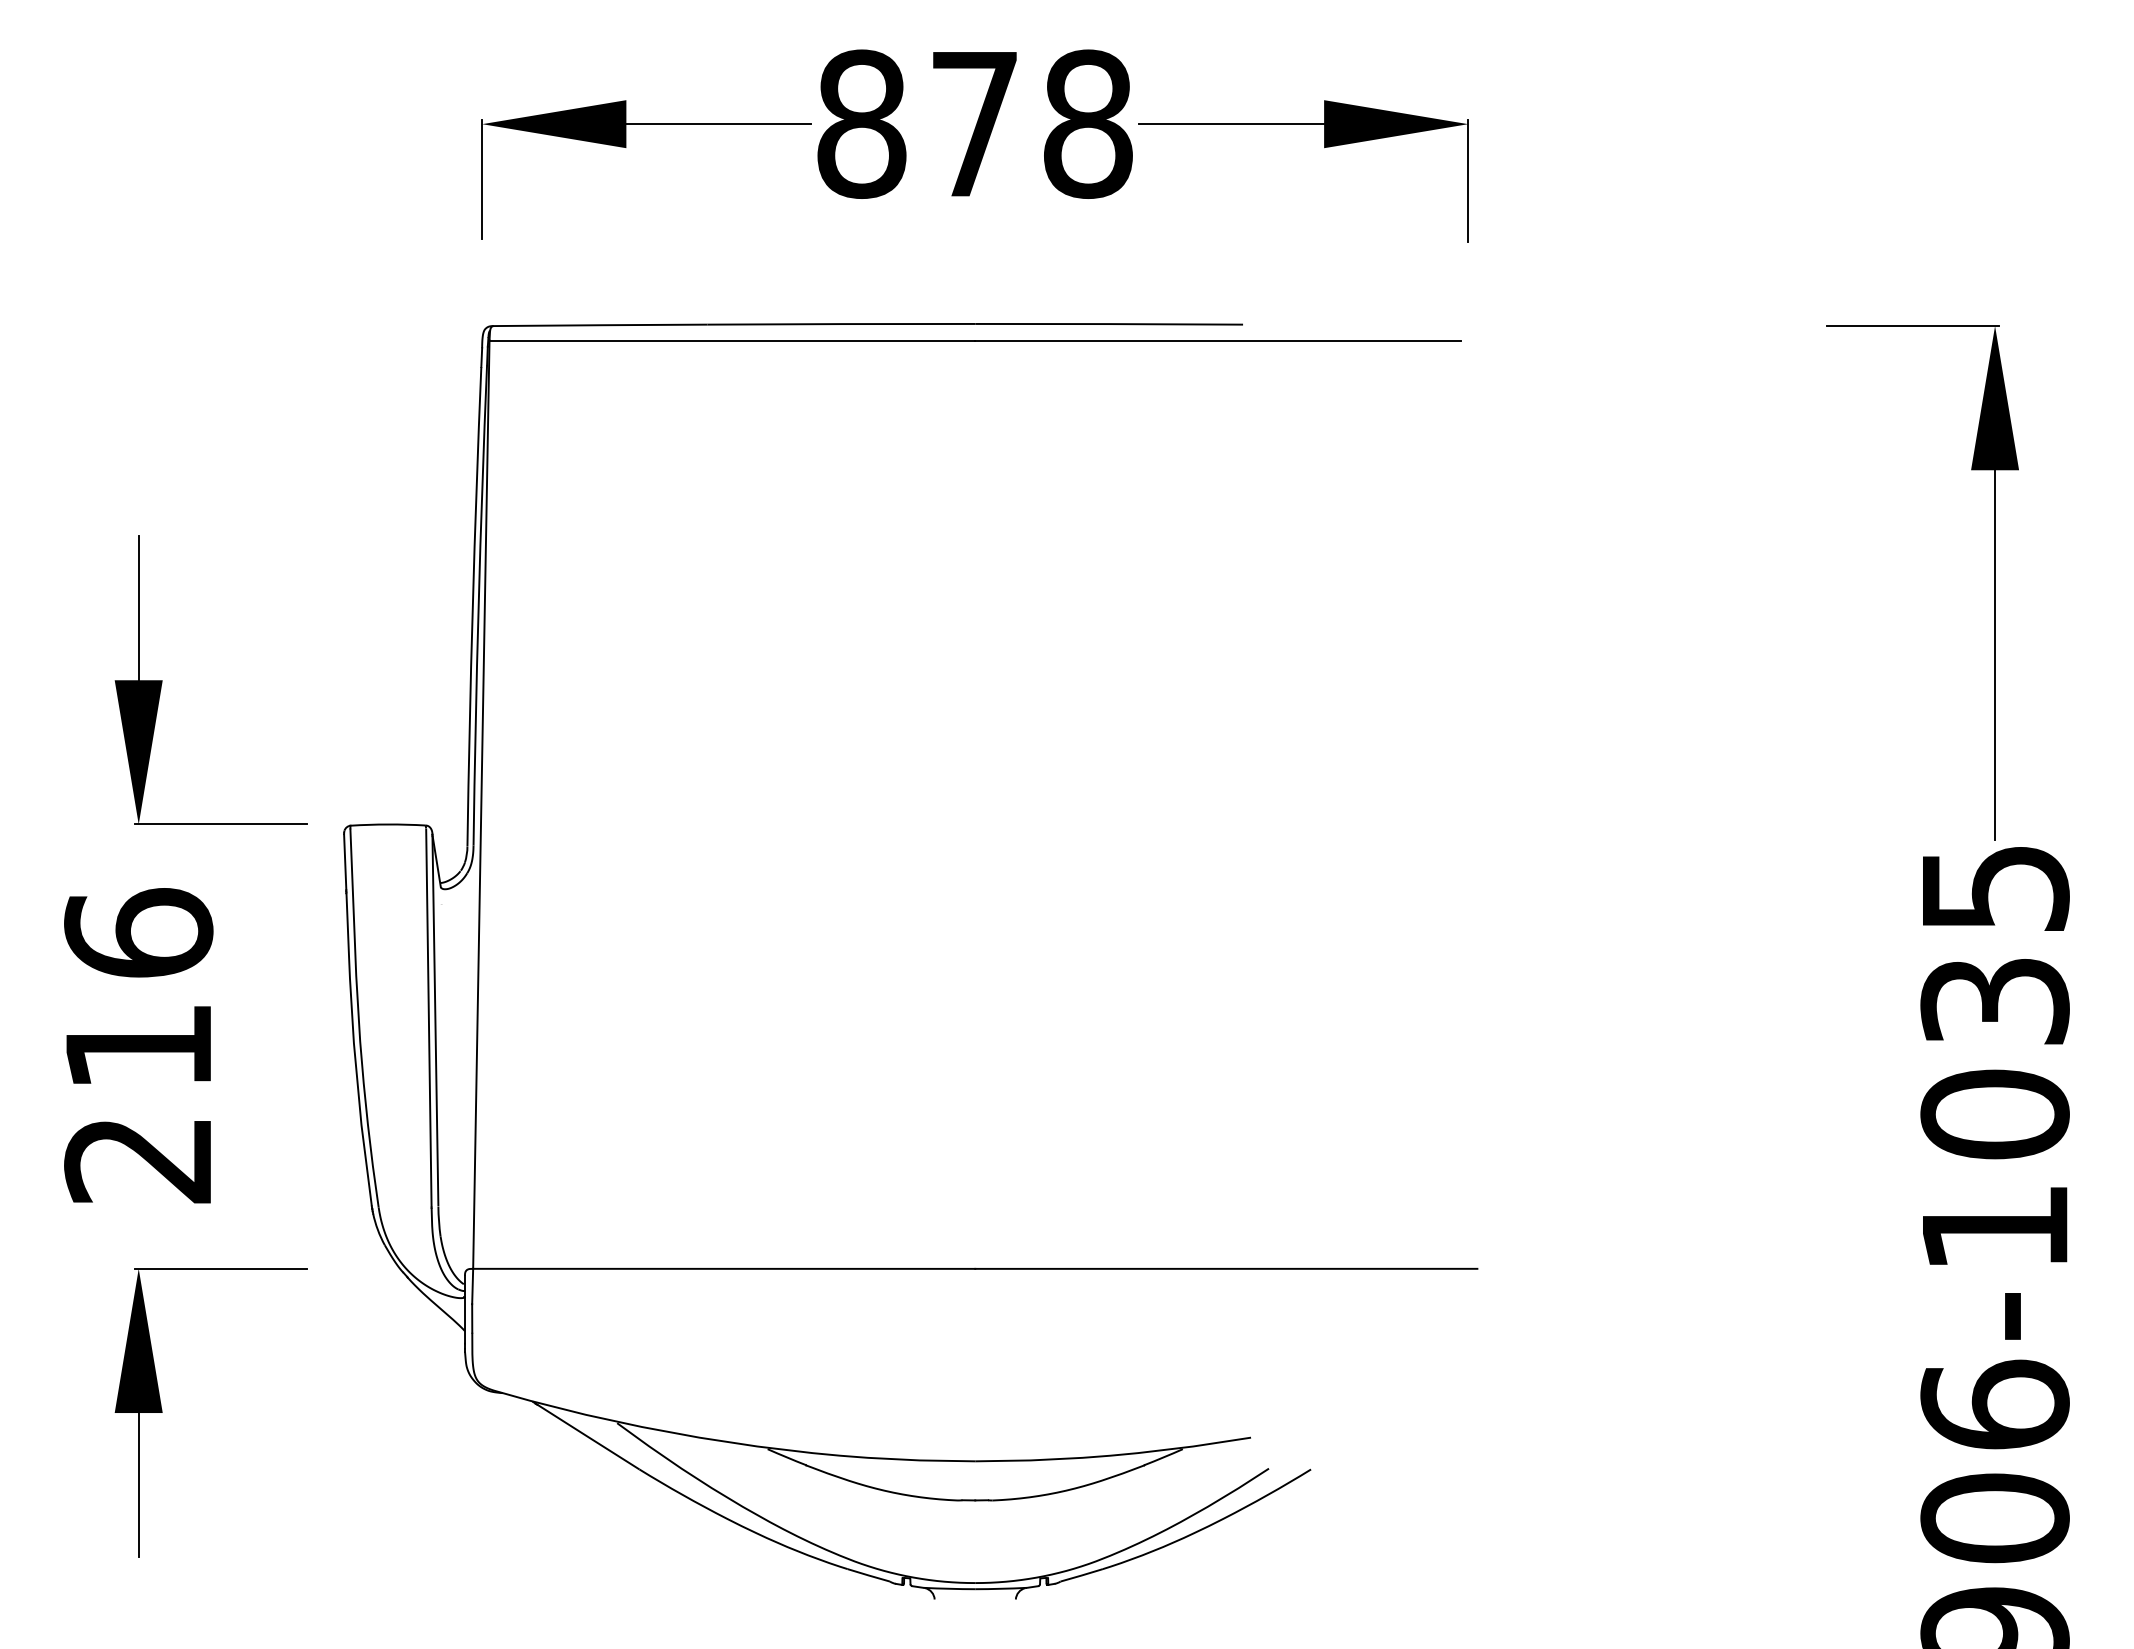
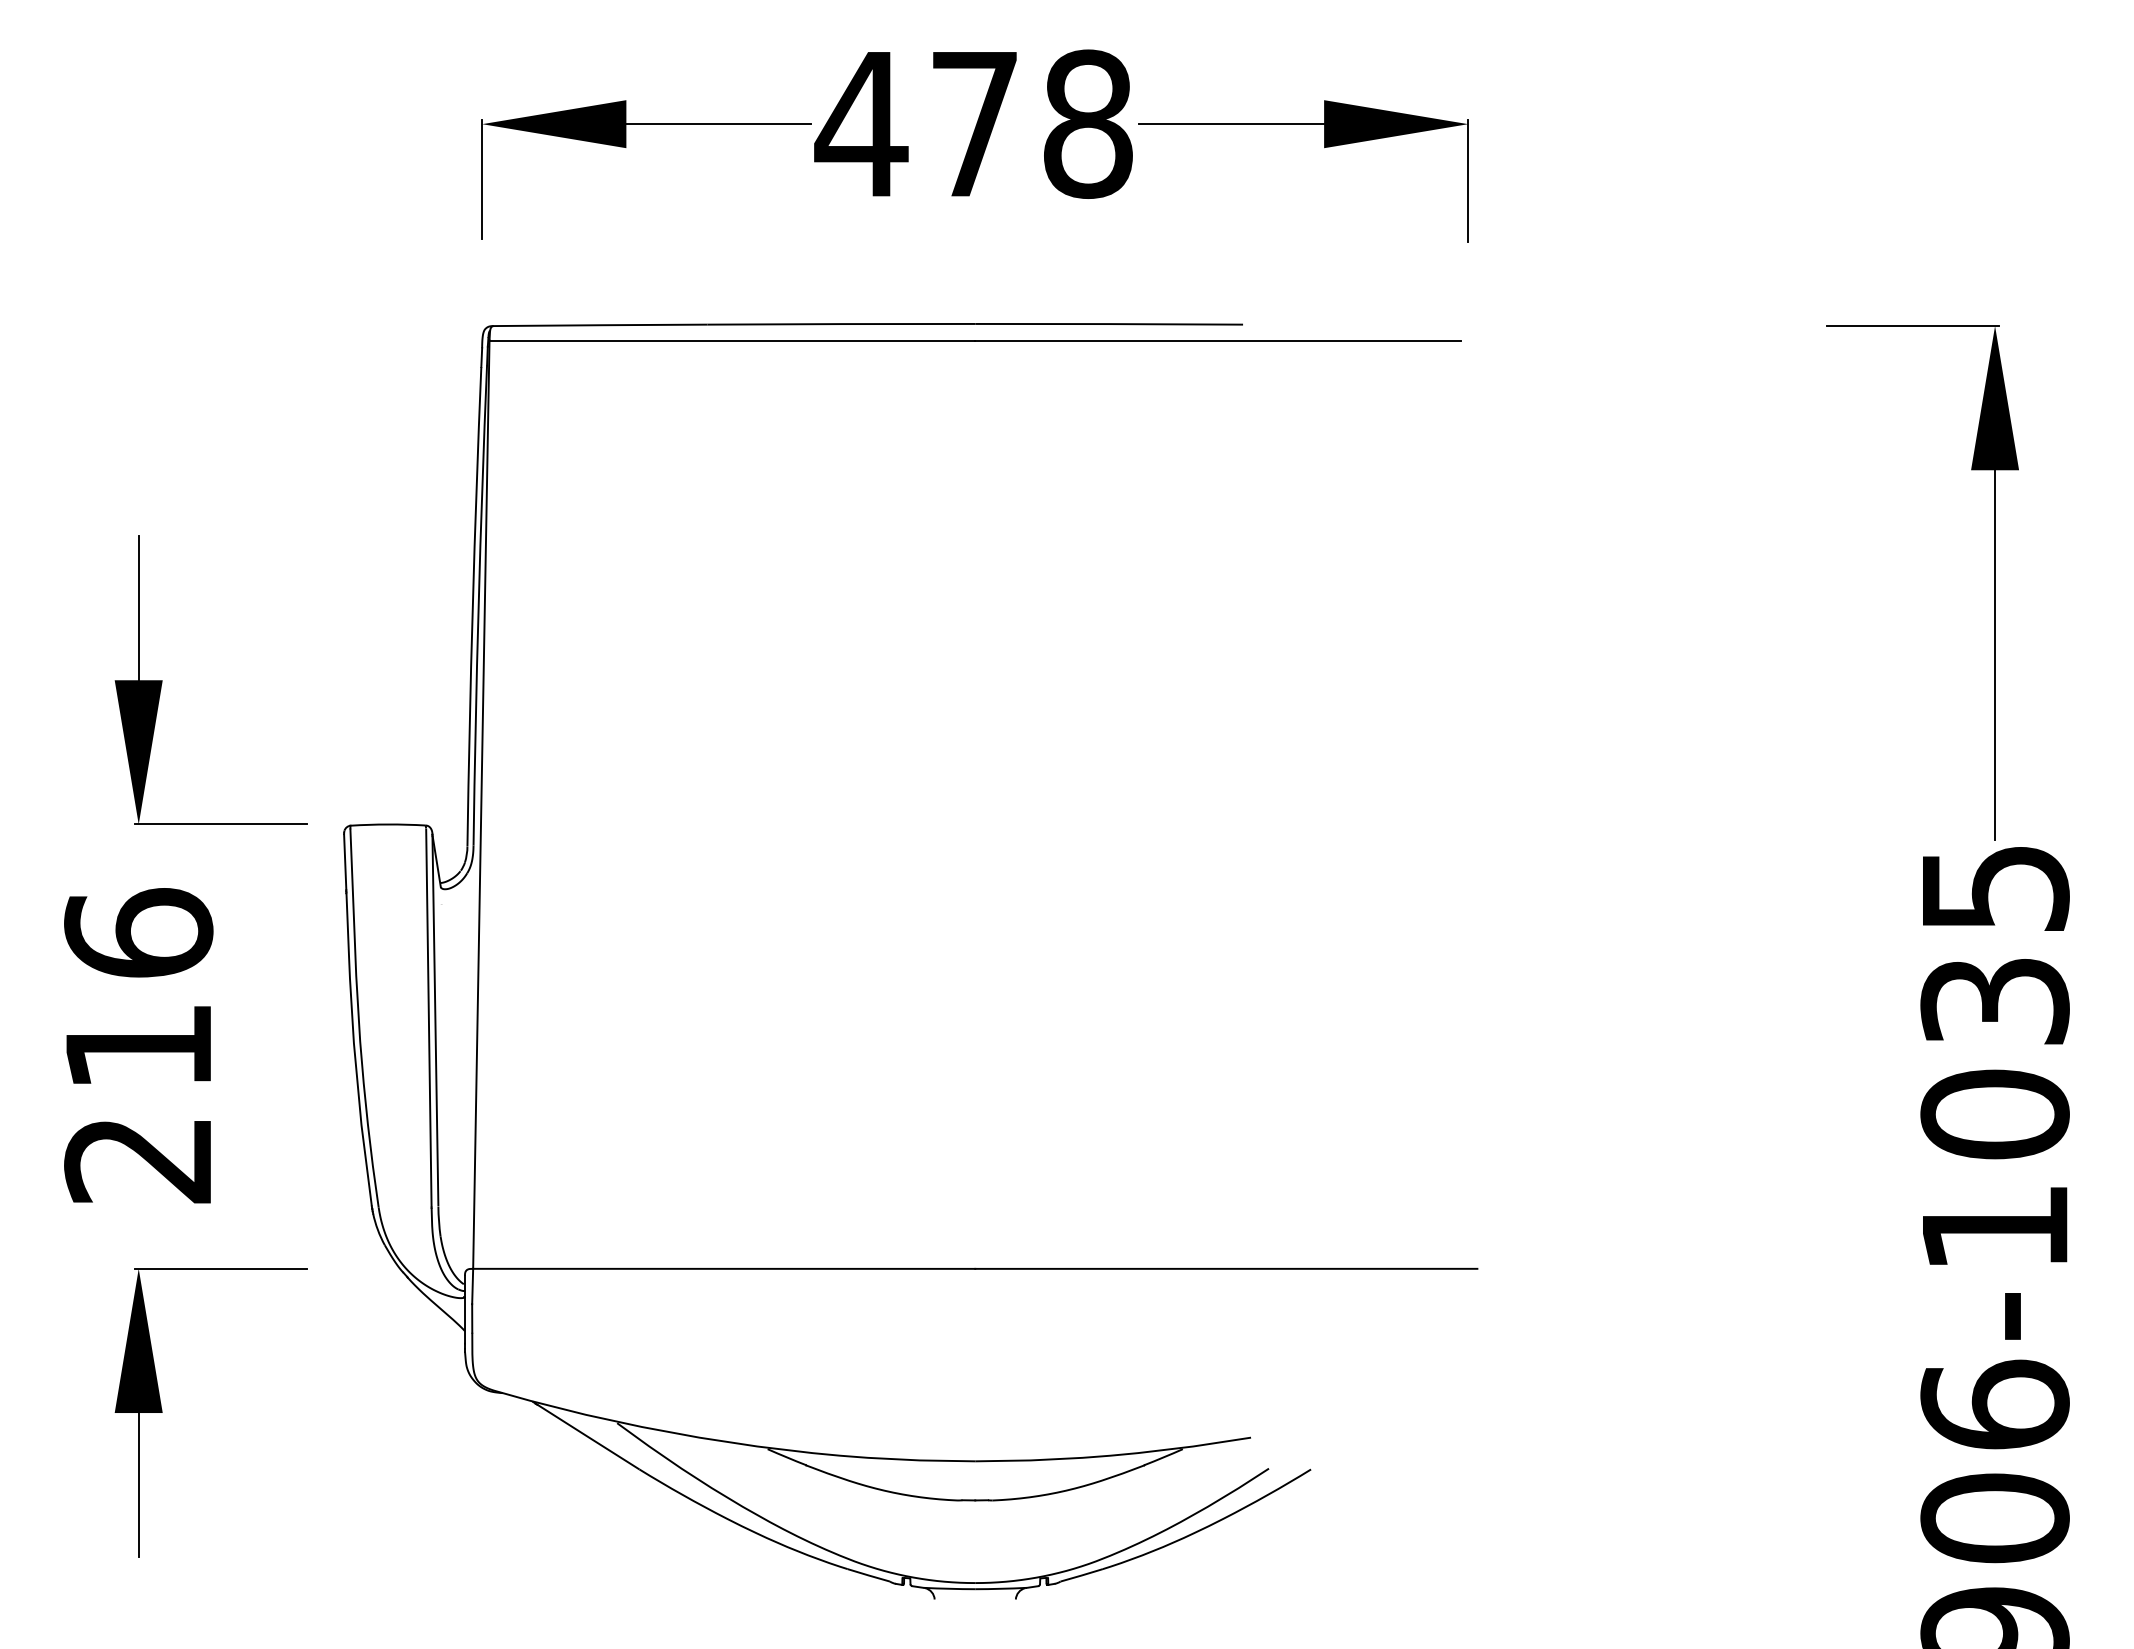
text at (861, 123): 878 -> 478
